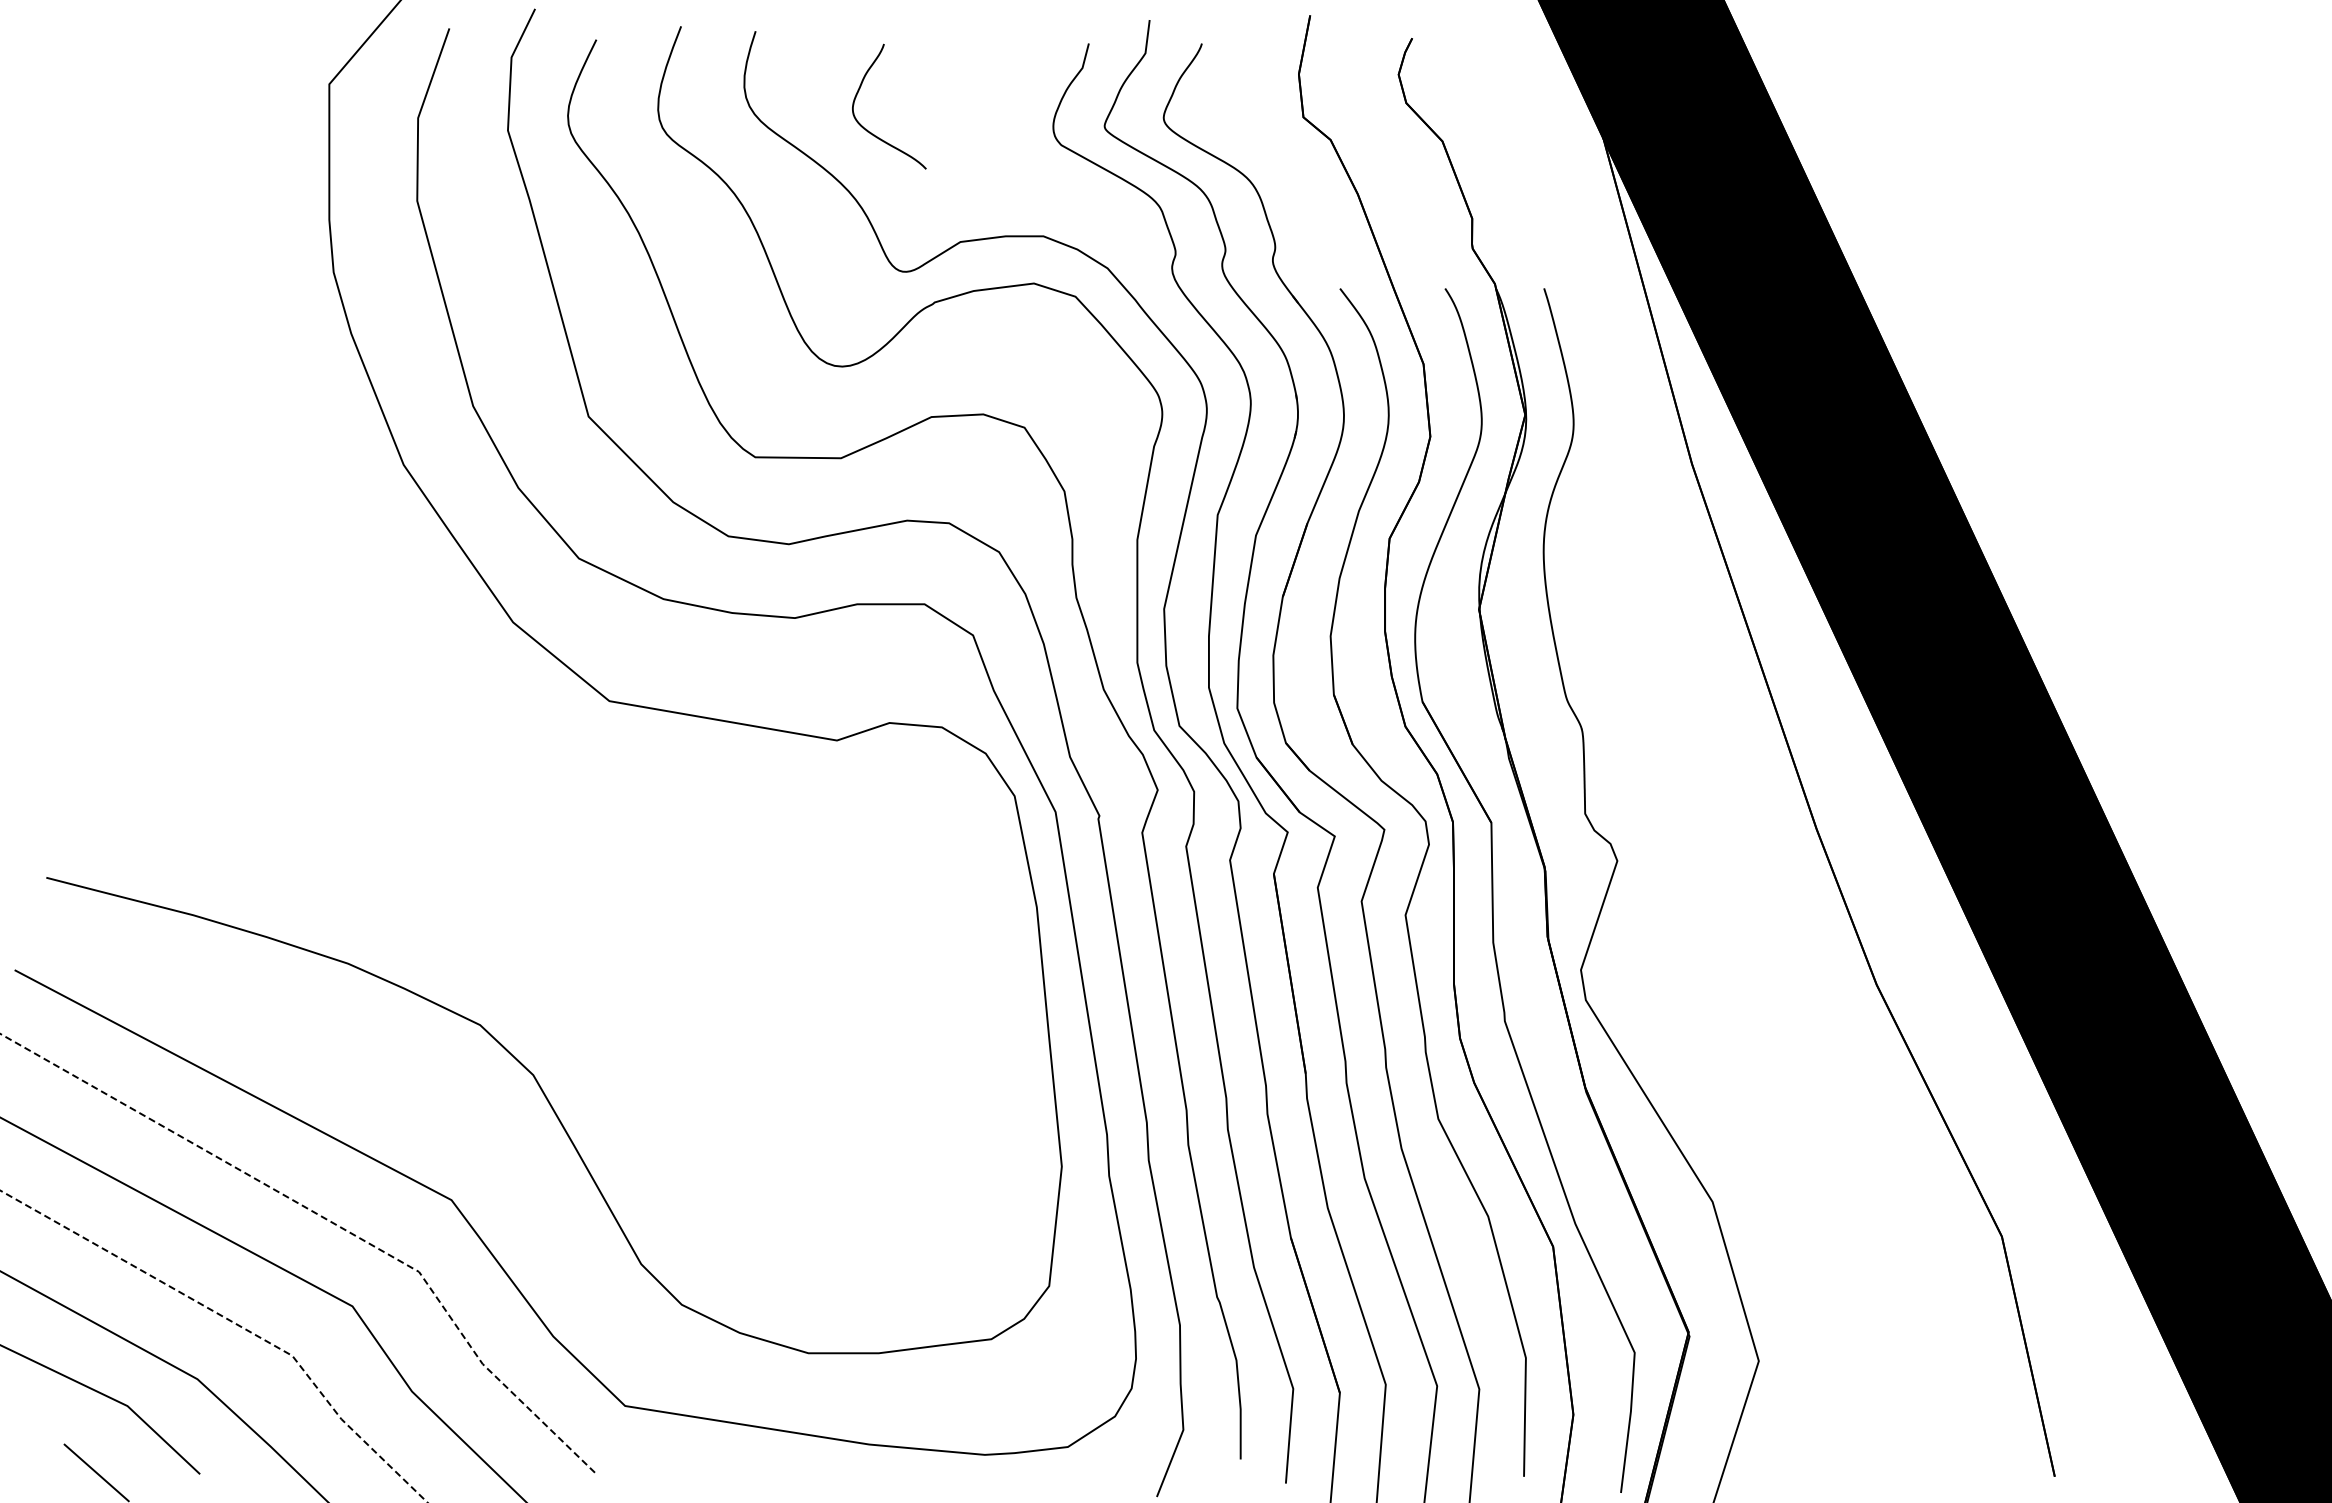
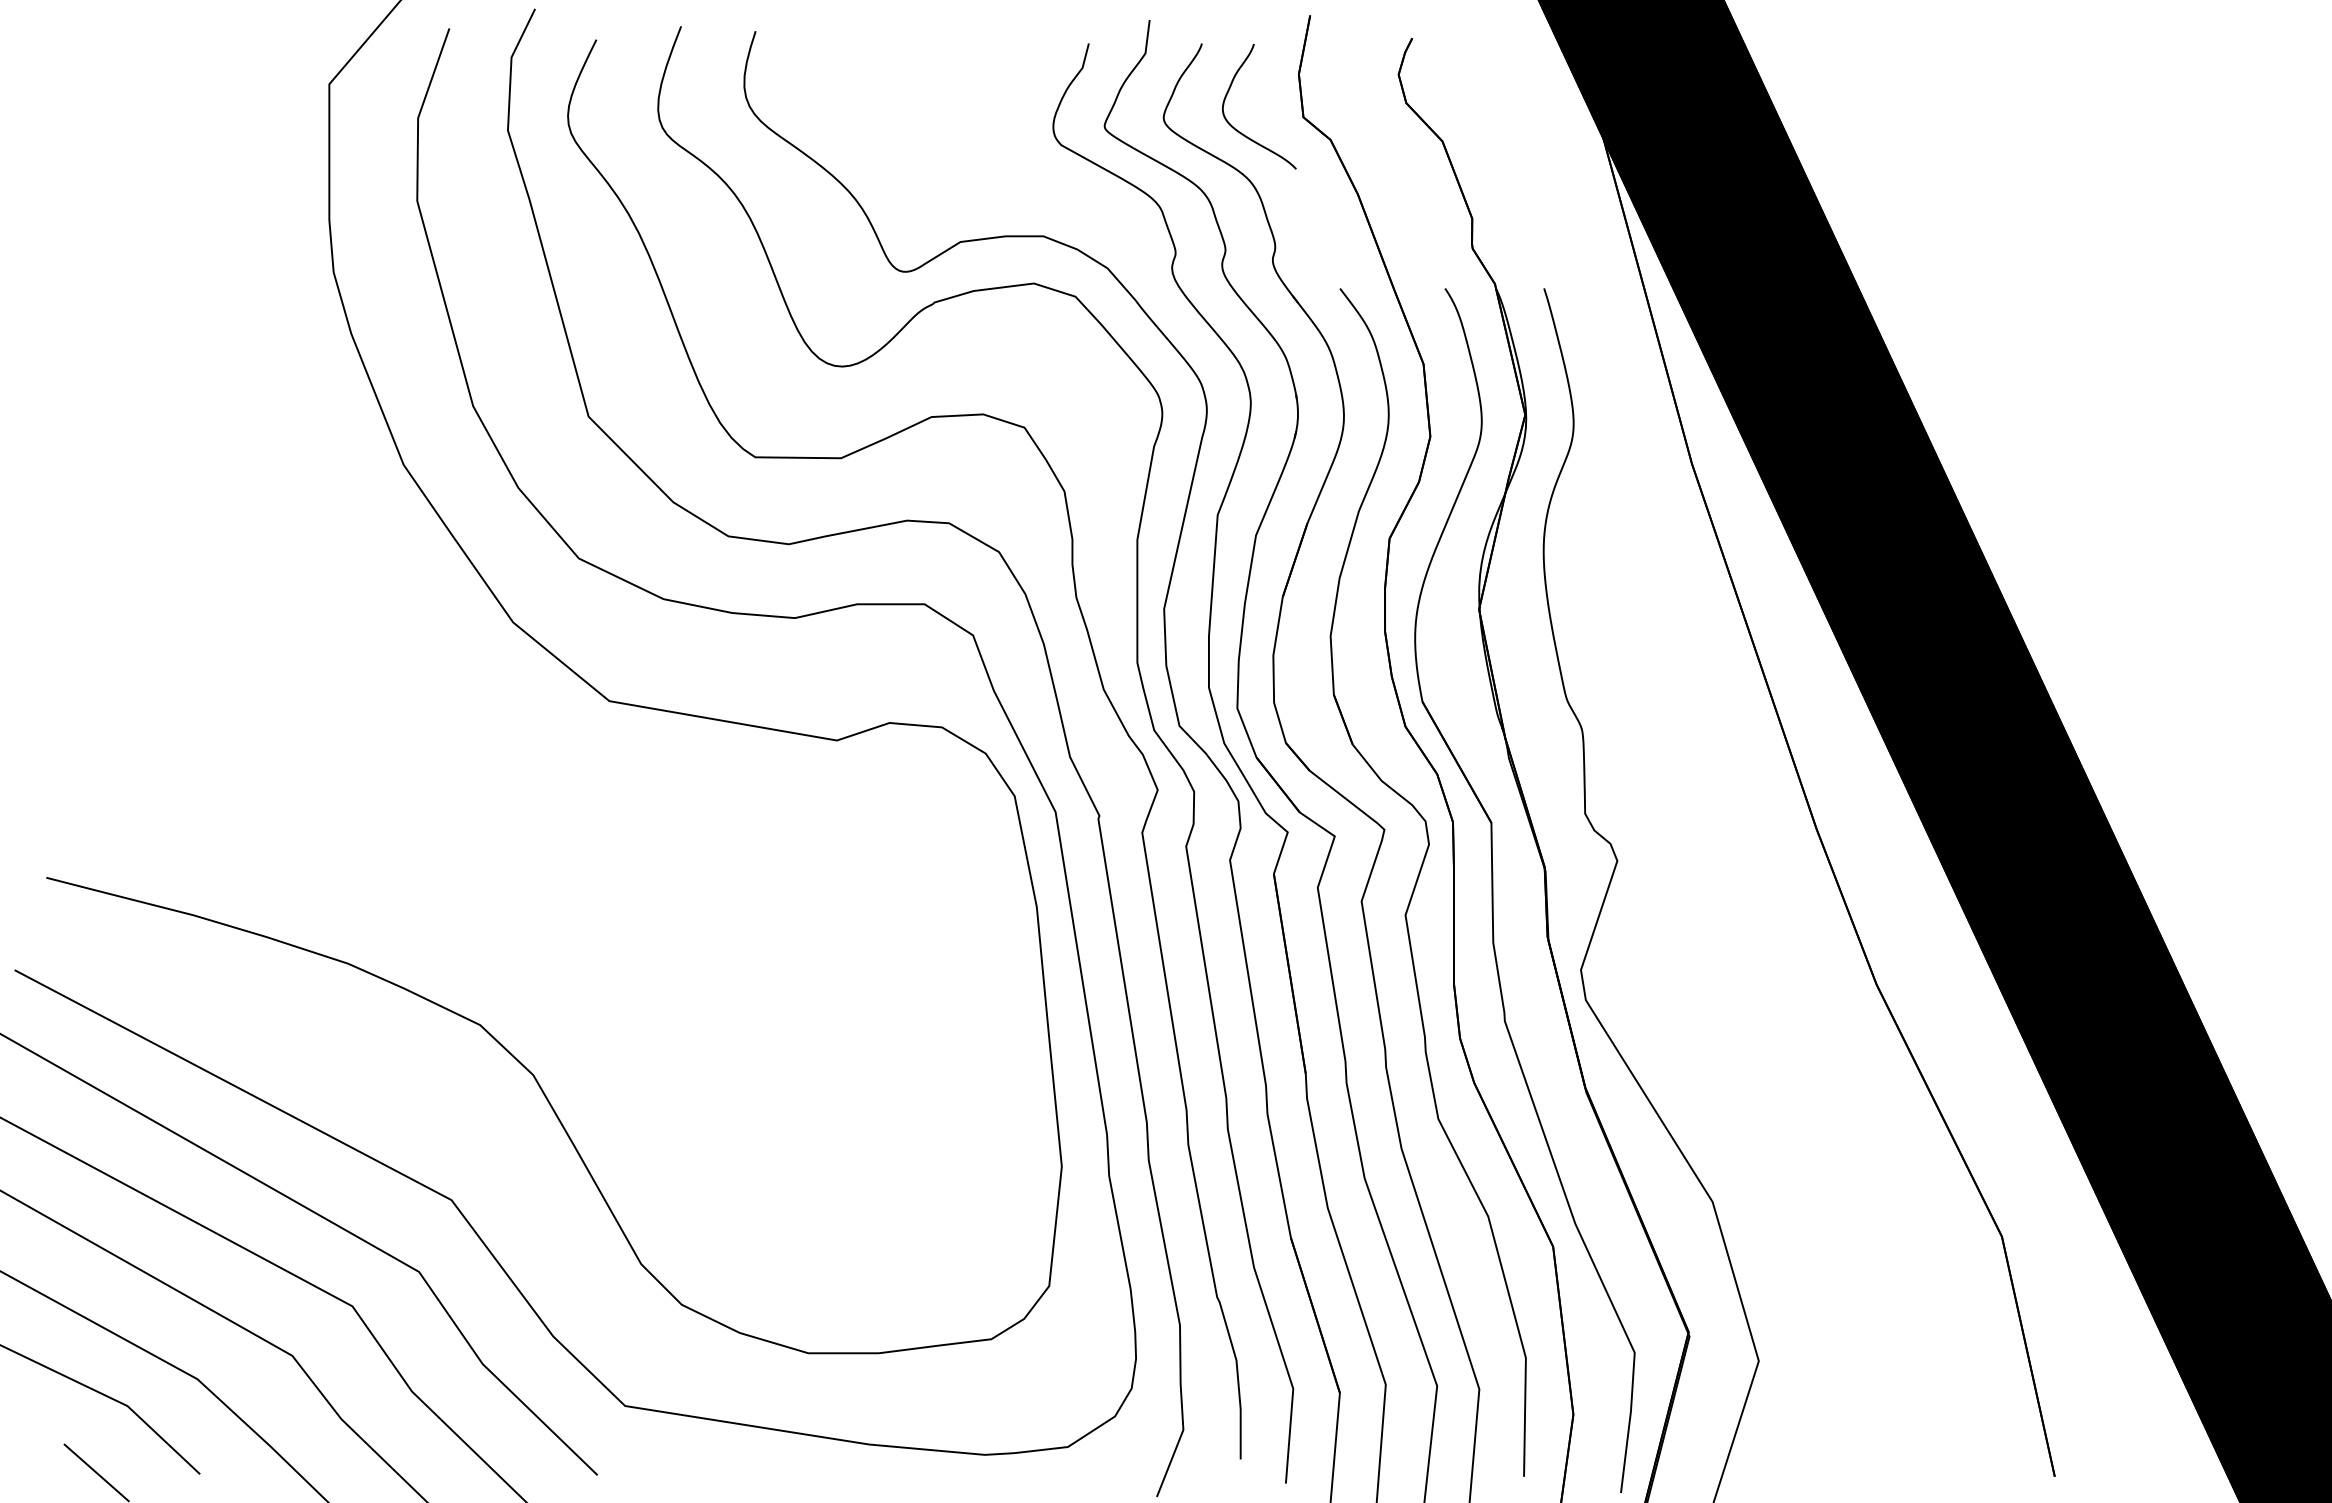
curve at (873, 133) position: (873, 133) -> (1243, 133)
line at (328, 1220): dashed -> solid
line at (234, 1323): dashed -> solid
